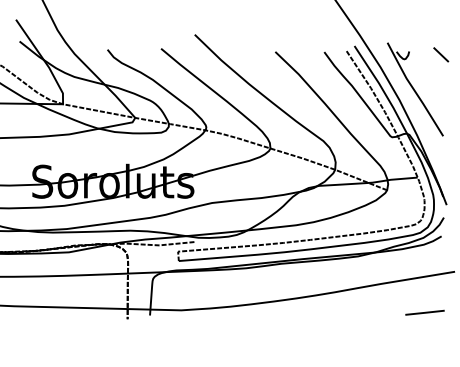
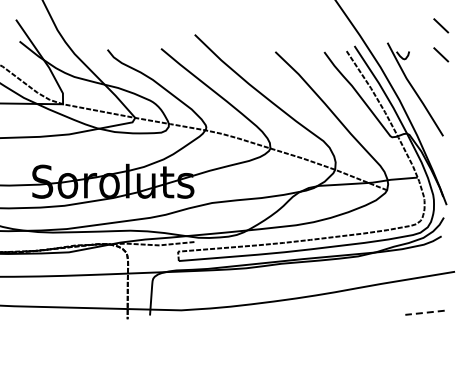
line at (441, 25): none -> present
line at (425, 312): solid -> dashed
